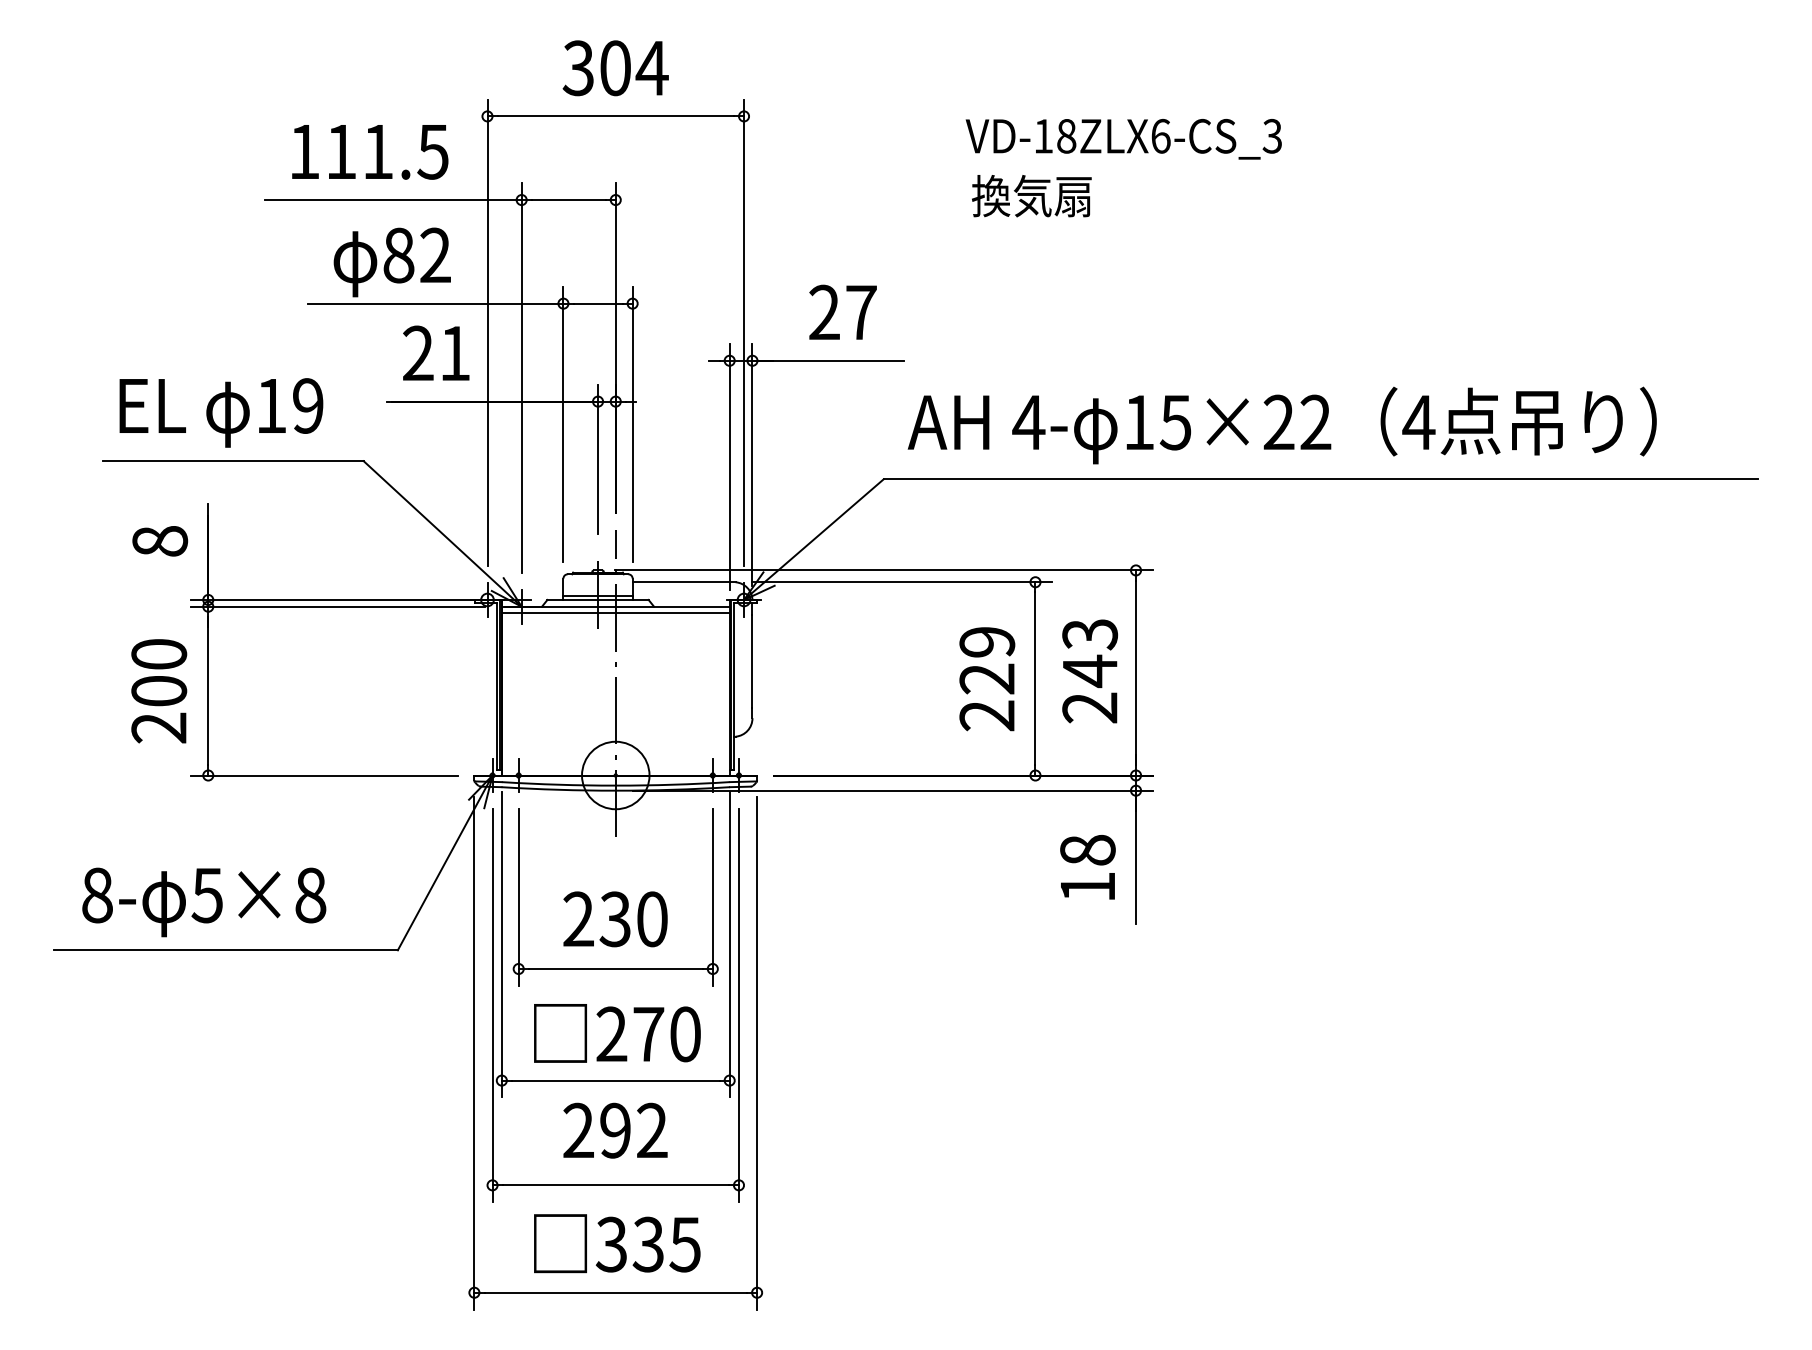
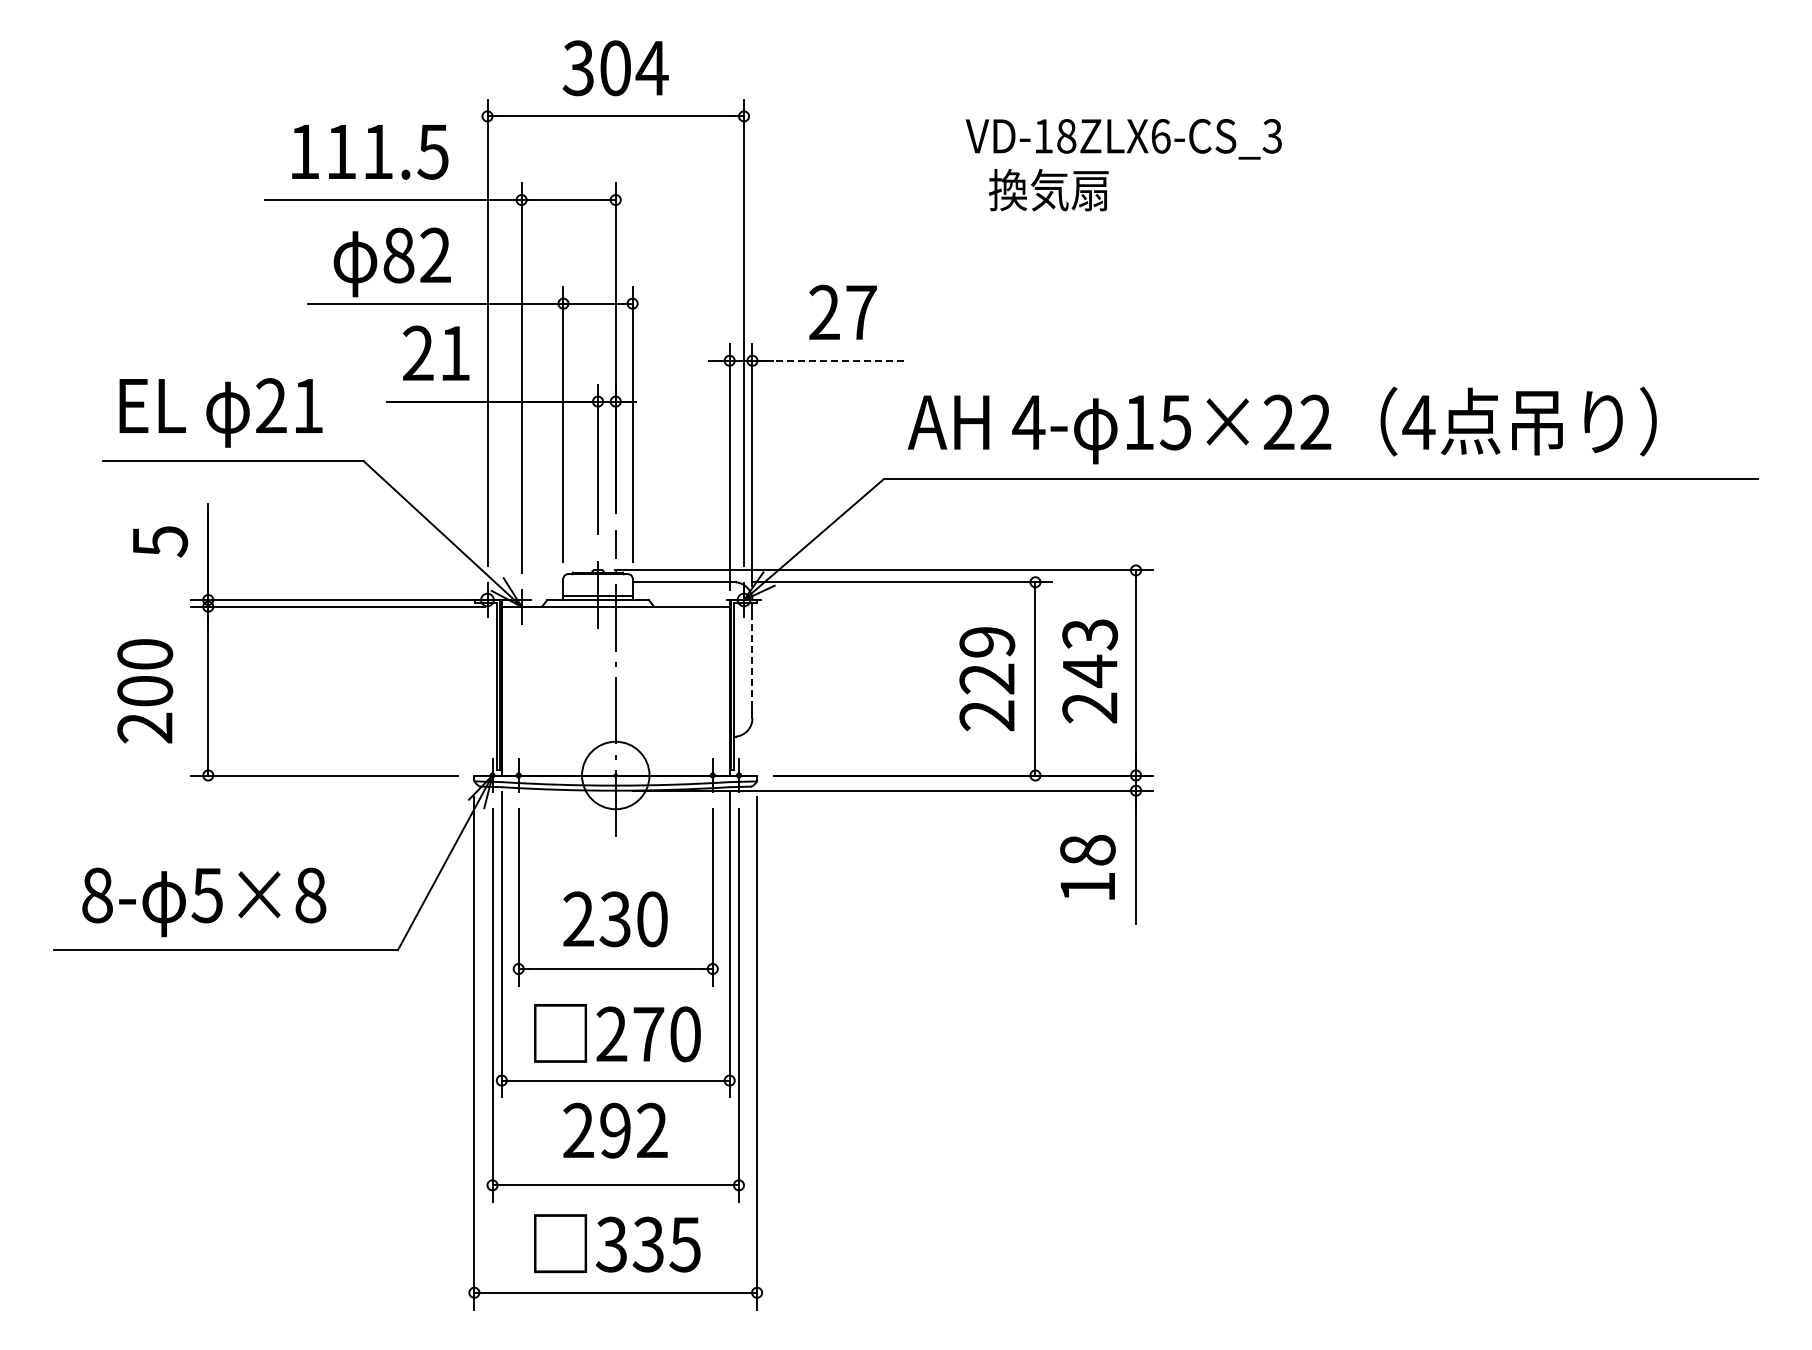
text at (1031, 196) position: (1031, 196) -> (1048, 190)
line at (828, 360): solid -> dashed
text at (289, 405): 19 -> 21
text at (159, 541): 8 -> 5
line at (615, 613): present -> none
line at (752, 661): solid -> dashed
text at (159, 691) position: (159, 691) -> (145, 691)
